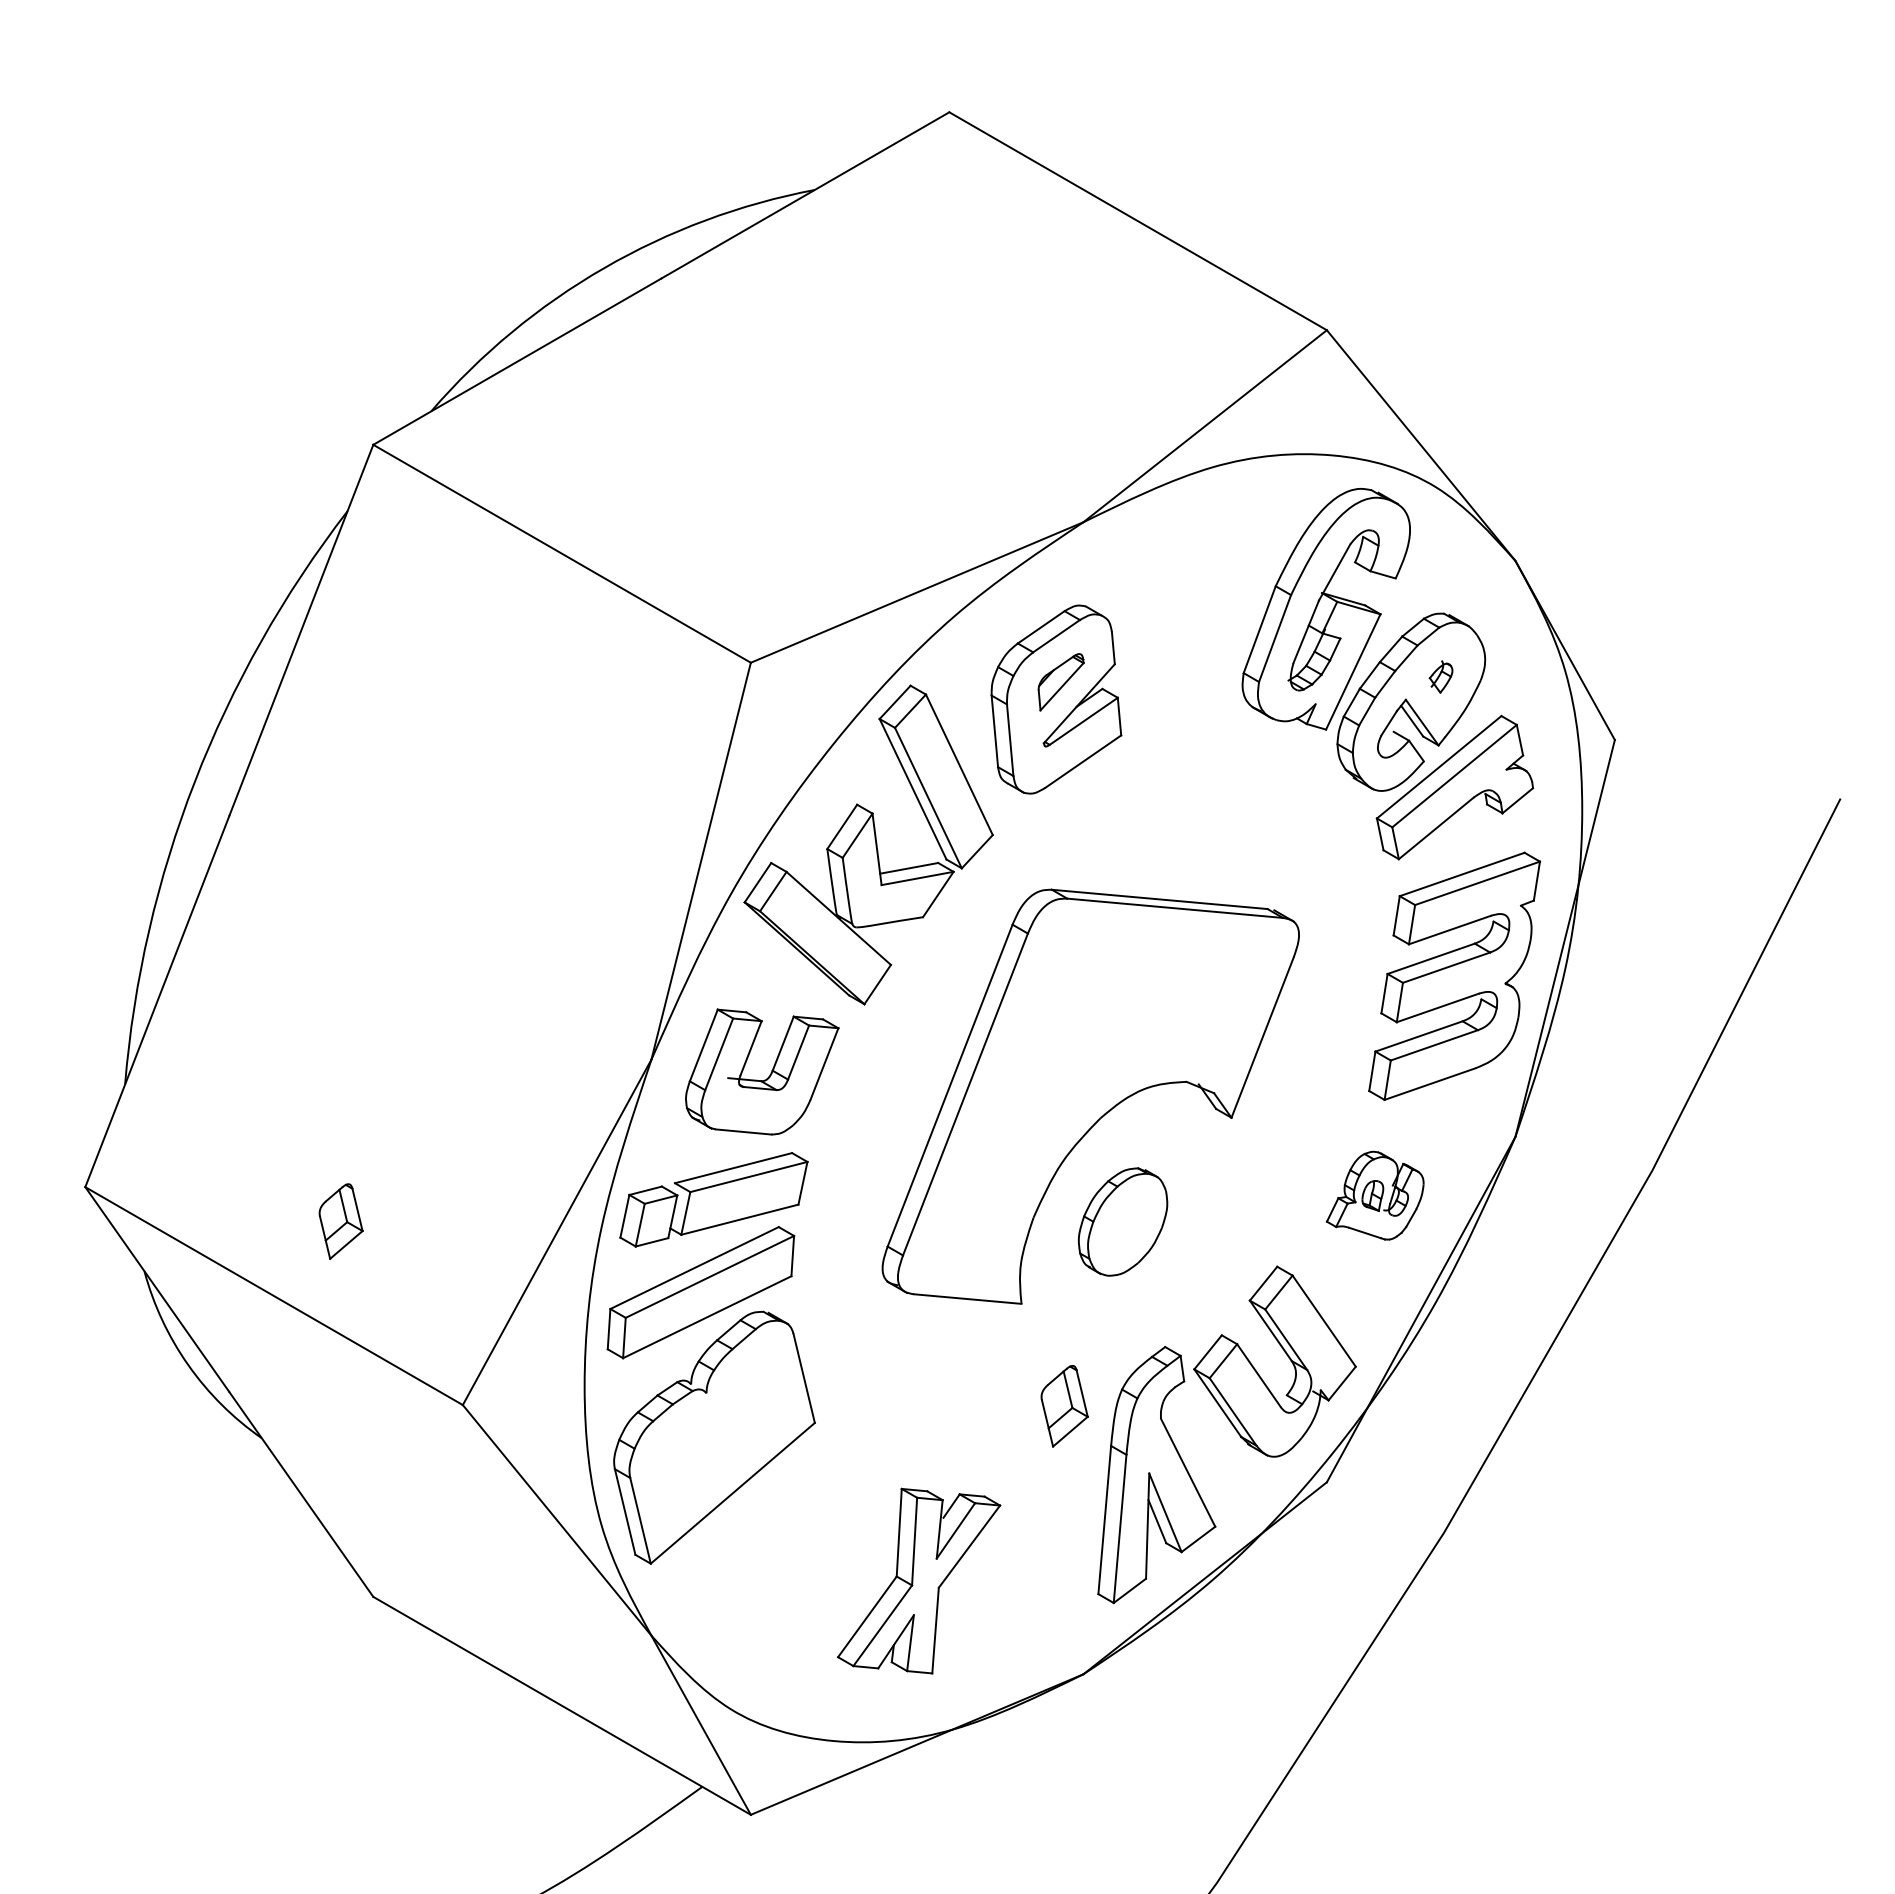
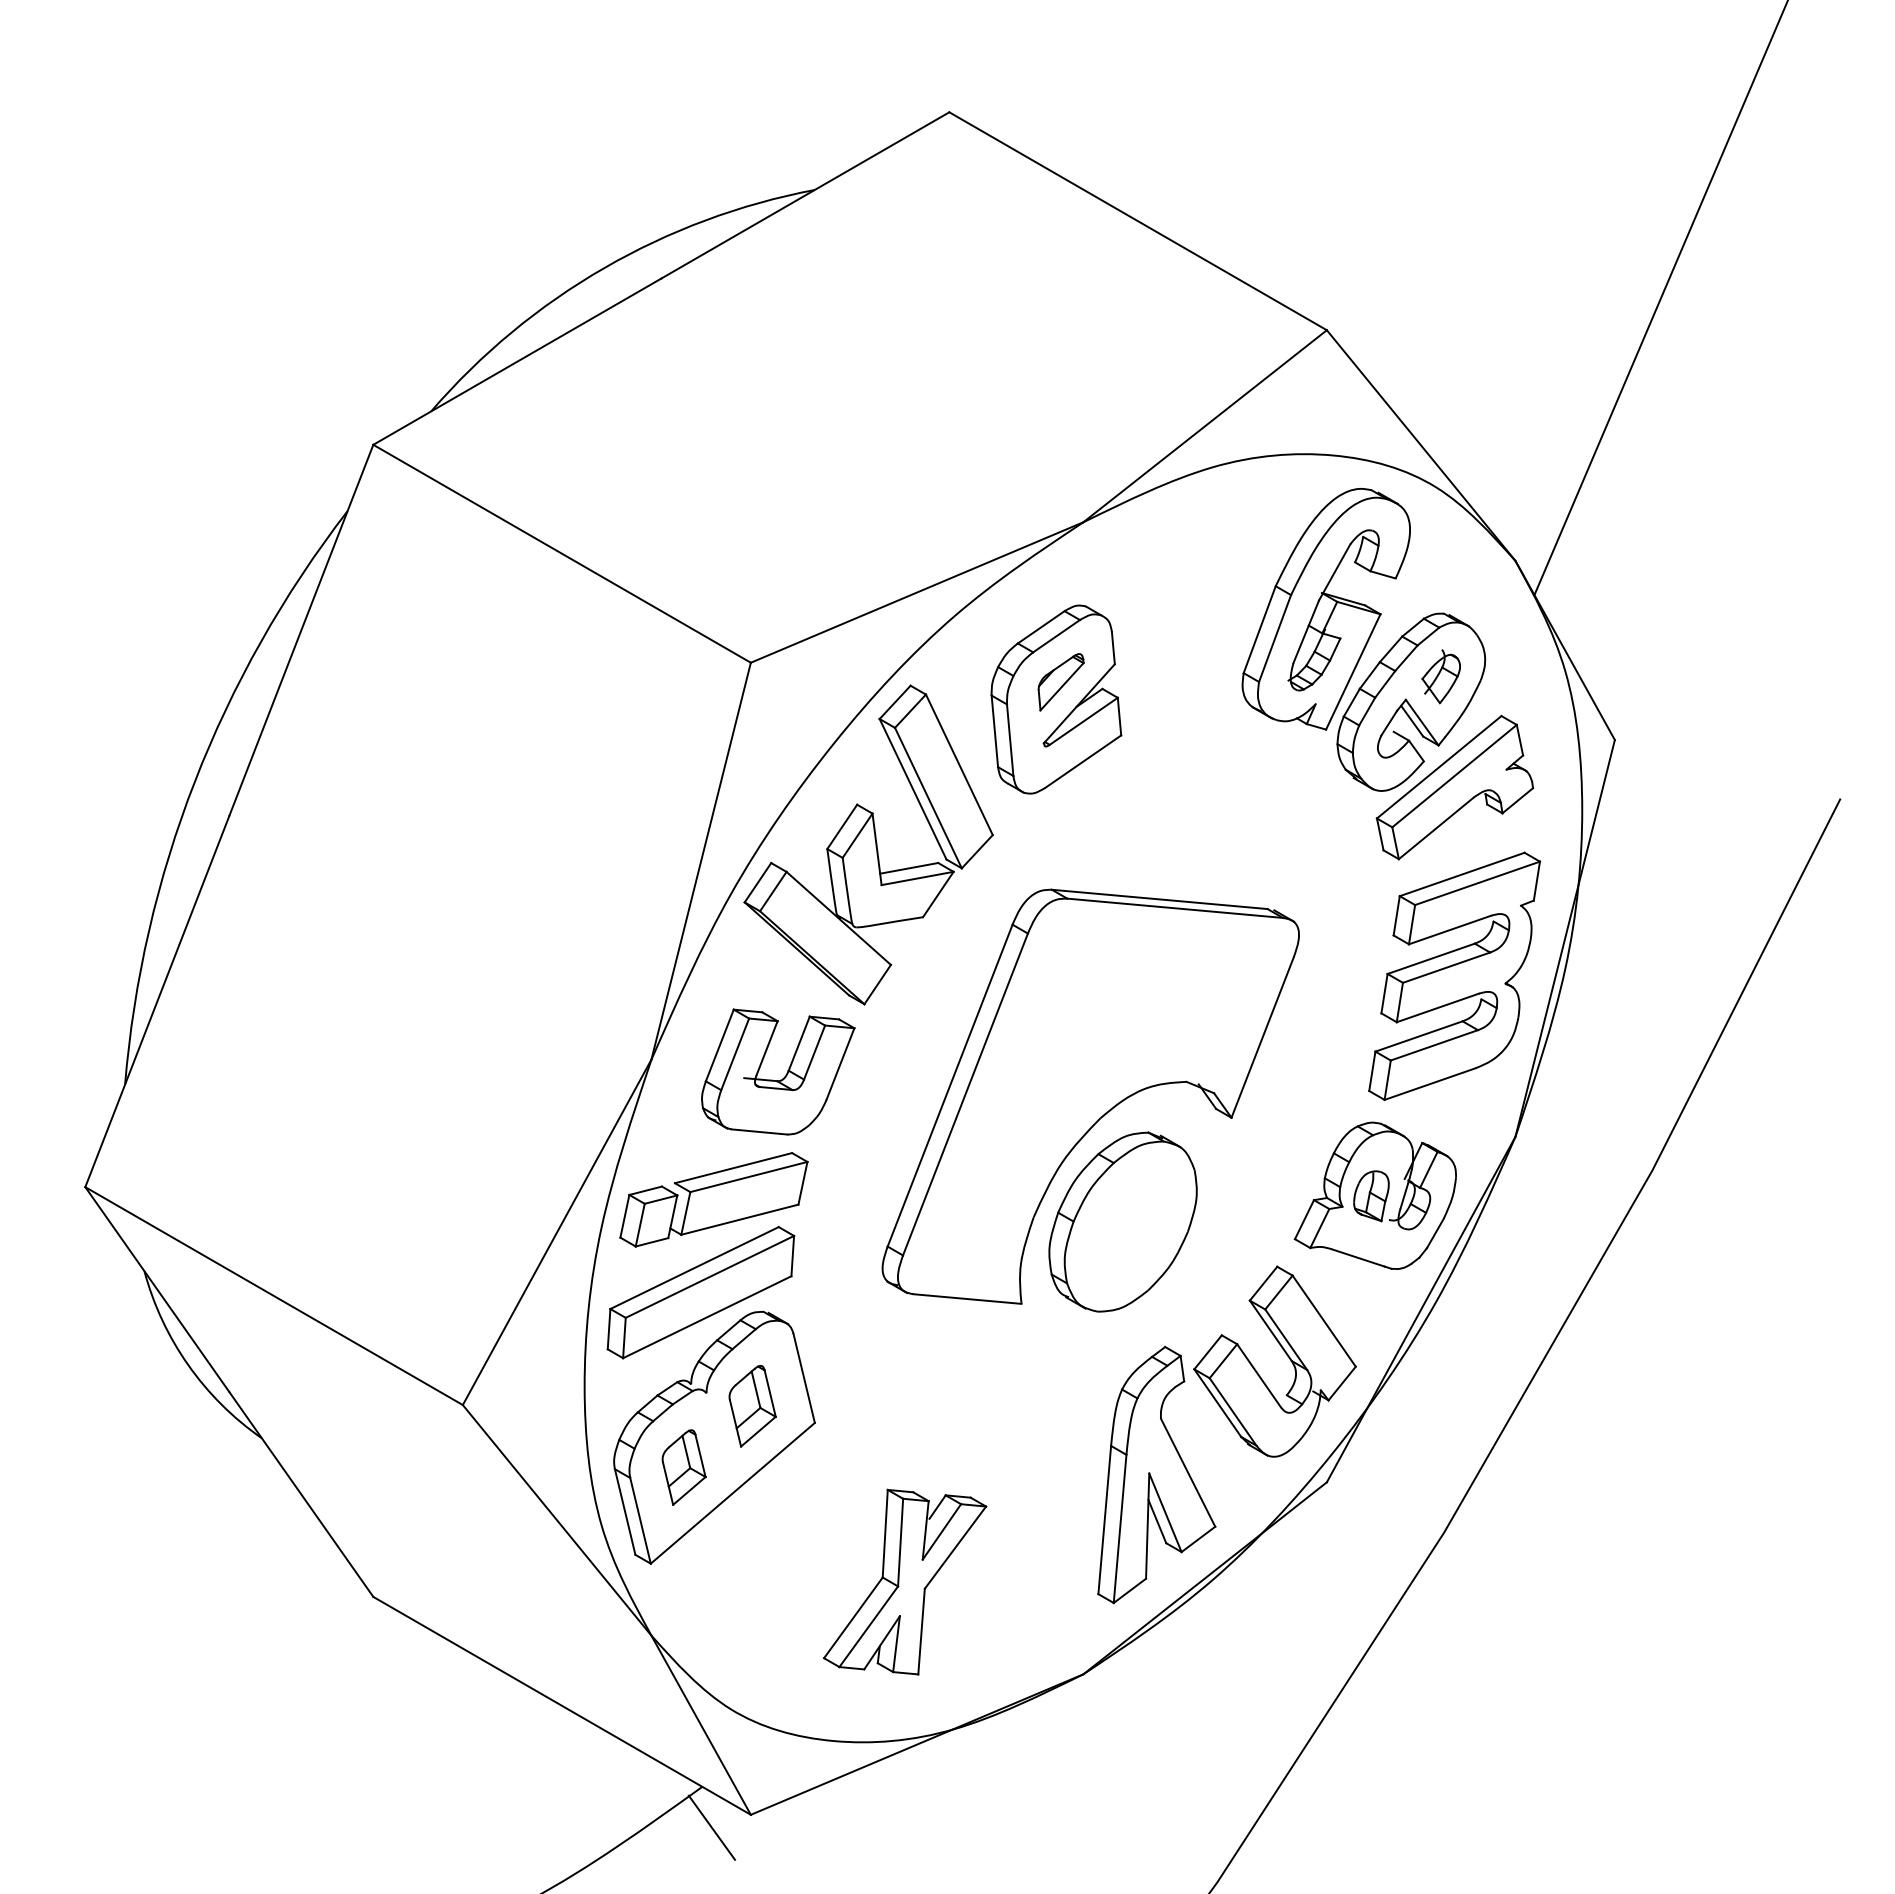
line at (1660, 298): none -> present
part at (1440, 676) size: 26x34 px -> 40x56 px
part at (769, 1074) position: (769, 1074) -> (785, 1074)
part at (1375, 1195) size: 99x91 px -> 164x149 px
part at (340, 1221) position: (340, 1221) -> (683, 1467)
part at (1123, 1221) size: 91x110 px -> 150x182 px
part at (1064, 1406) position: (1064, 1406) -> (752, 1406)
part at (919, 1580) position: (919, 1580) -> (905, 1581)
line at (711, 1827): none -> present
